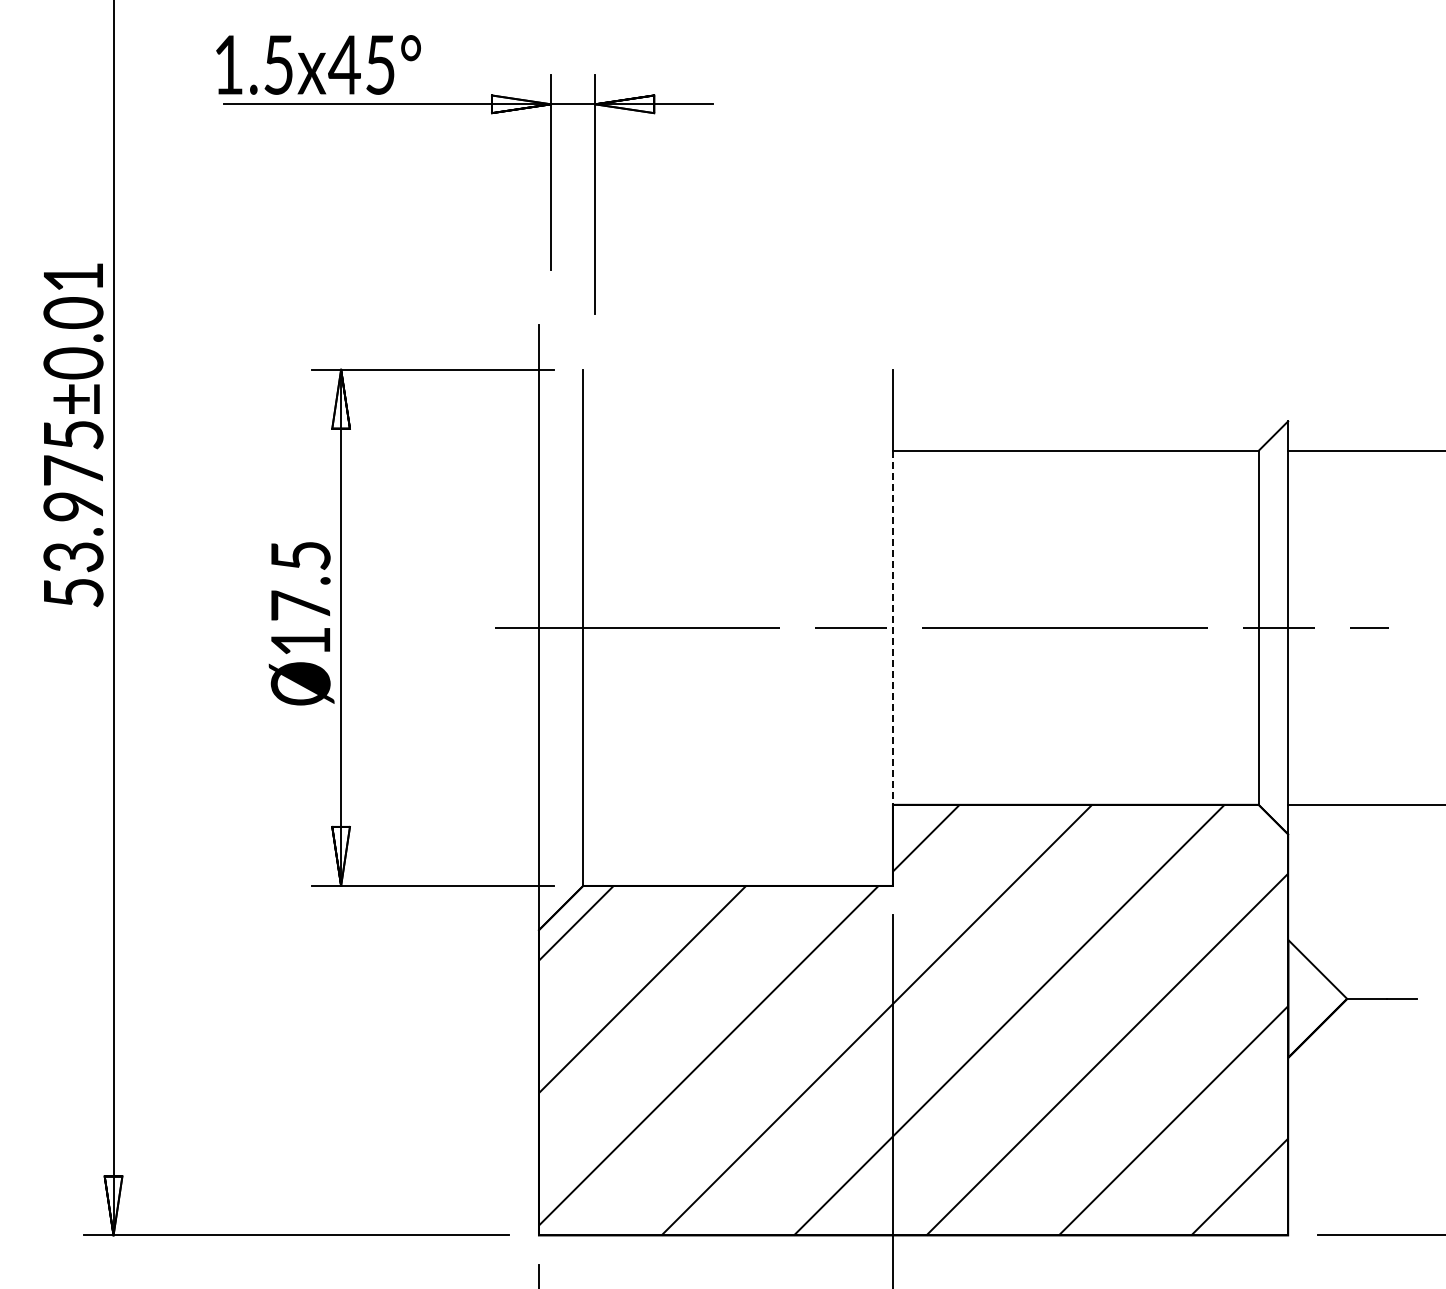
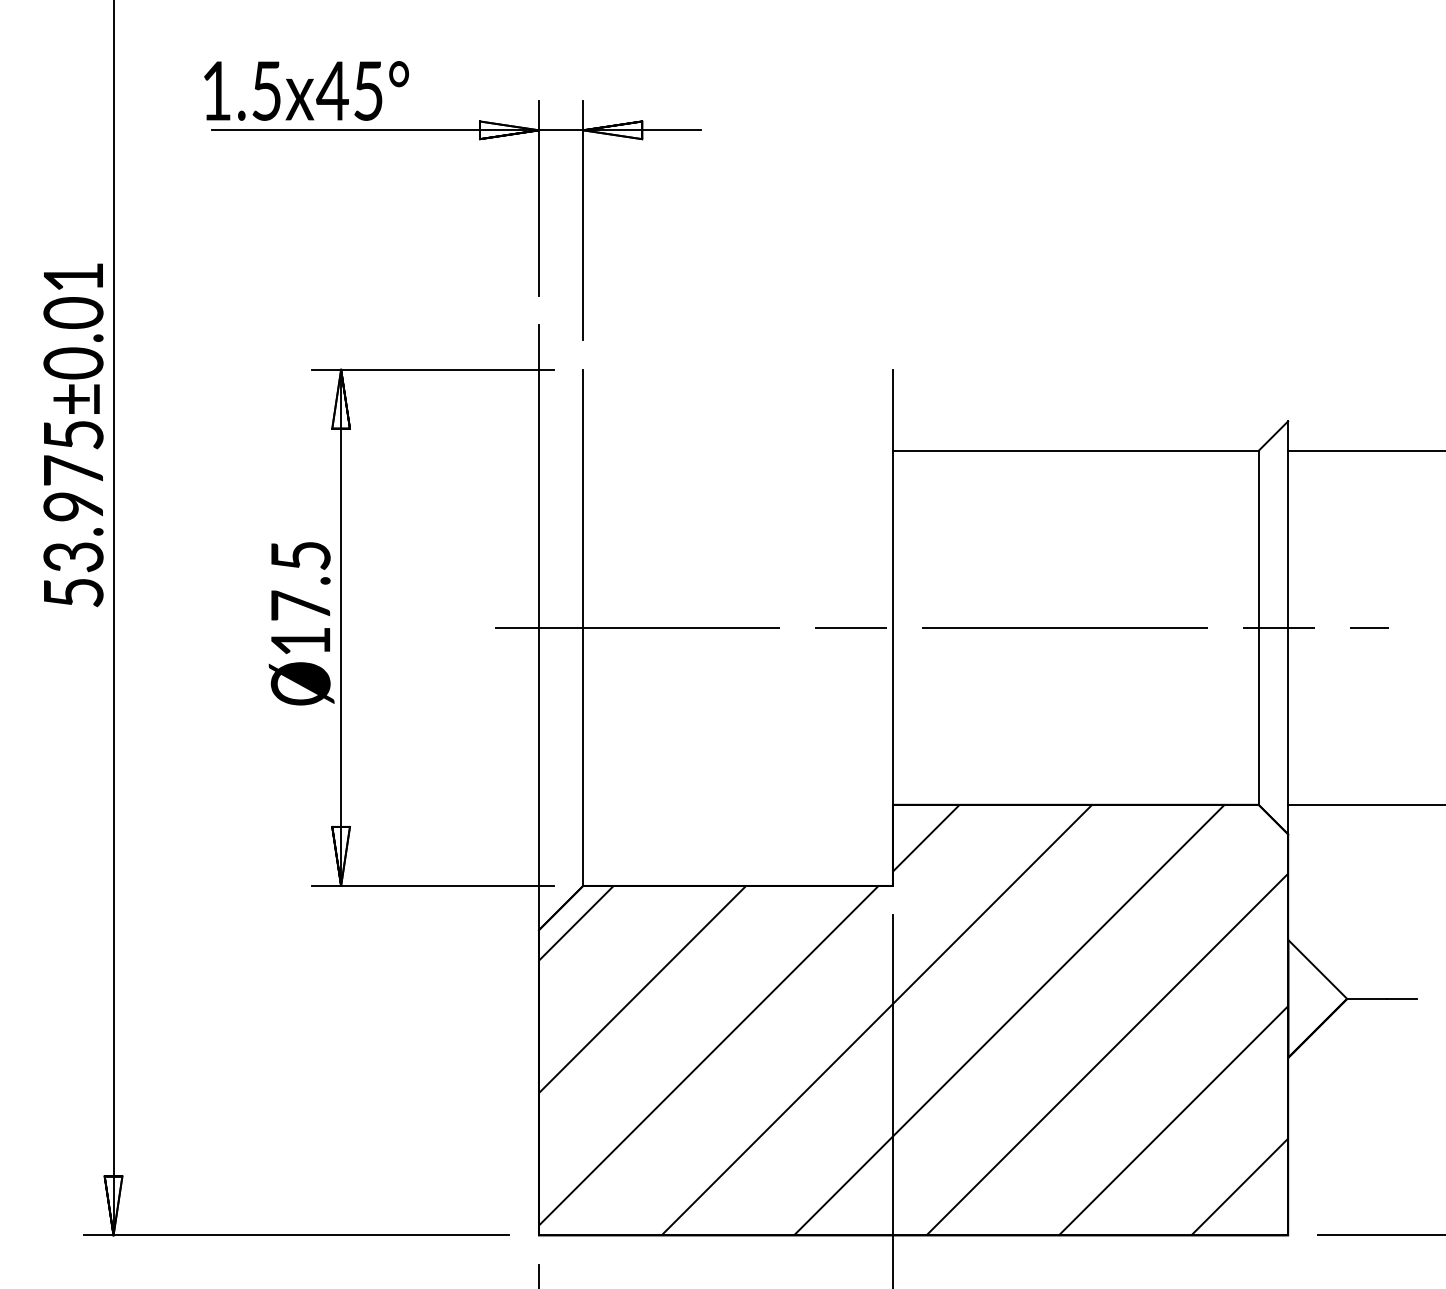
part at (491, 114) position: (491, 114) -> (479, 140)
line at (892, 627): dashed -> solid
